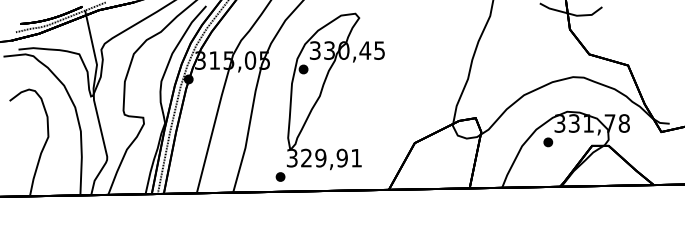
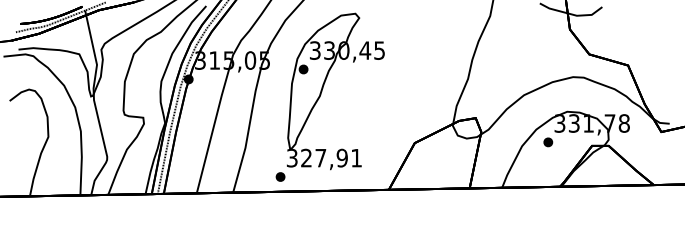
text at (320, 157): 329,91 -> 327,91
